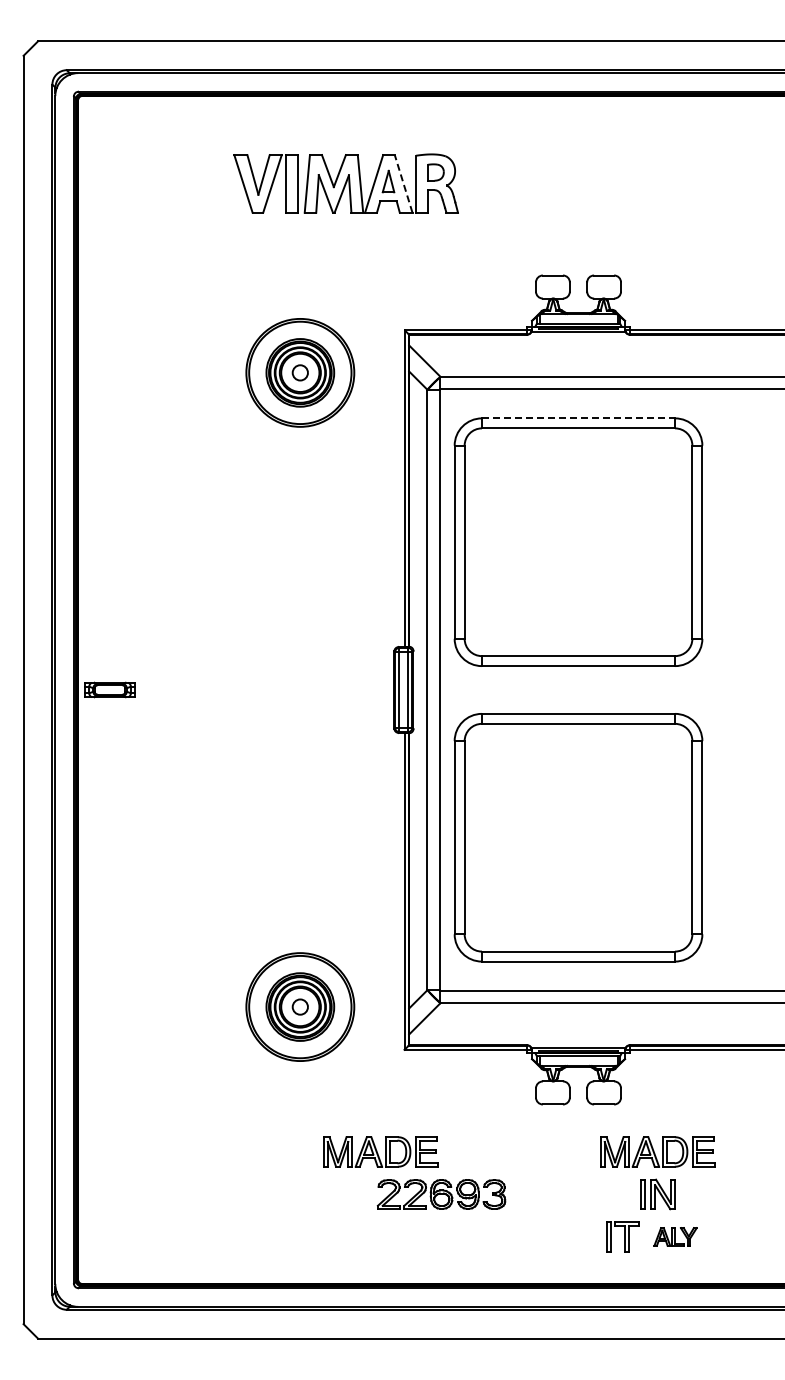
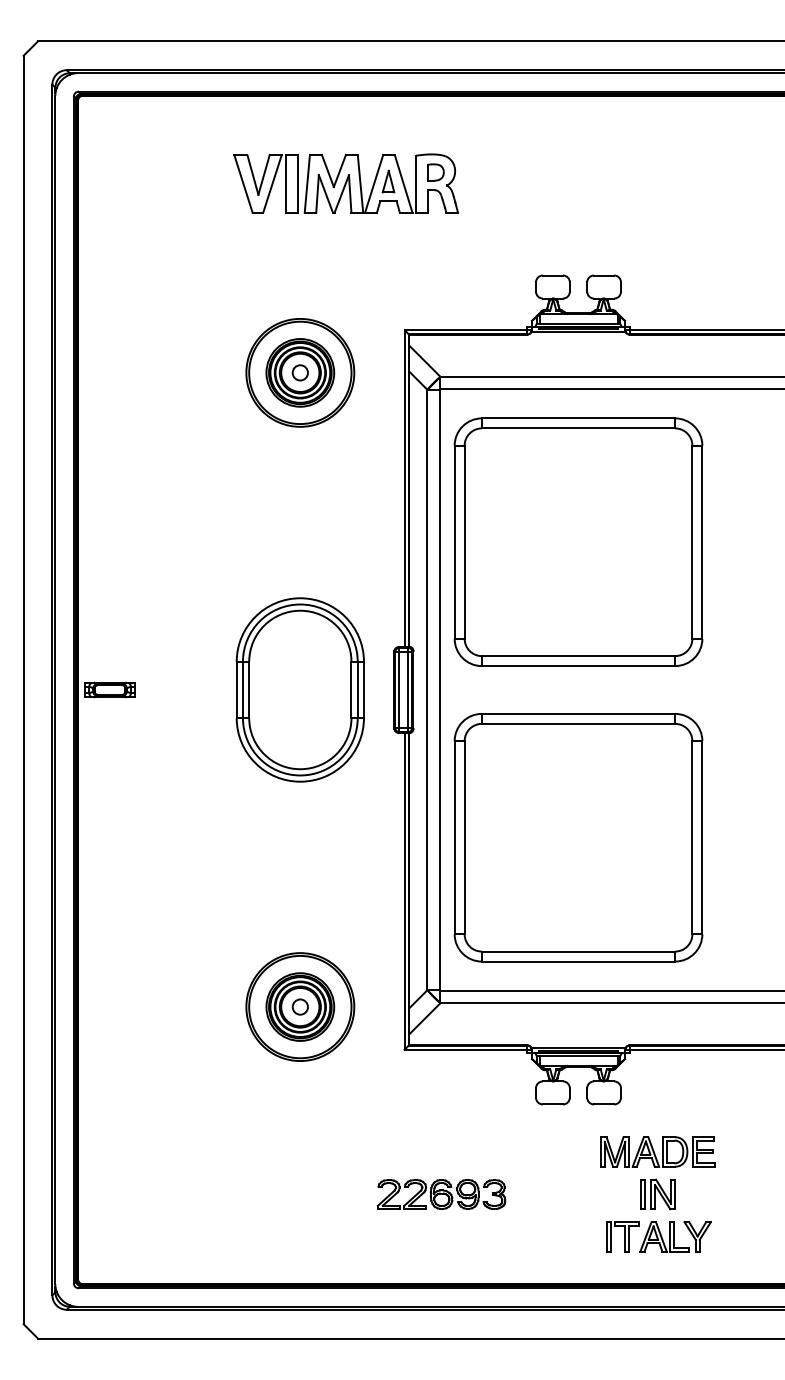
line at (403, 183): dashed -> solid
line at (578, 418): dashed -> solid
part at (299, 689): none -> present
part at (380, 1151): present -> none
part at (675, 1236) size: 45x20 px -> 73x32 px
